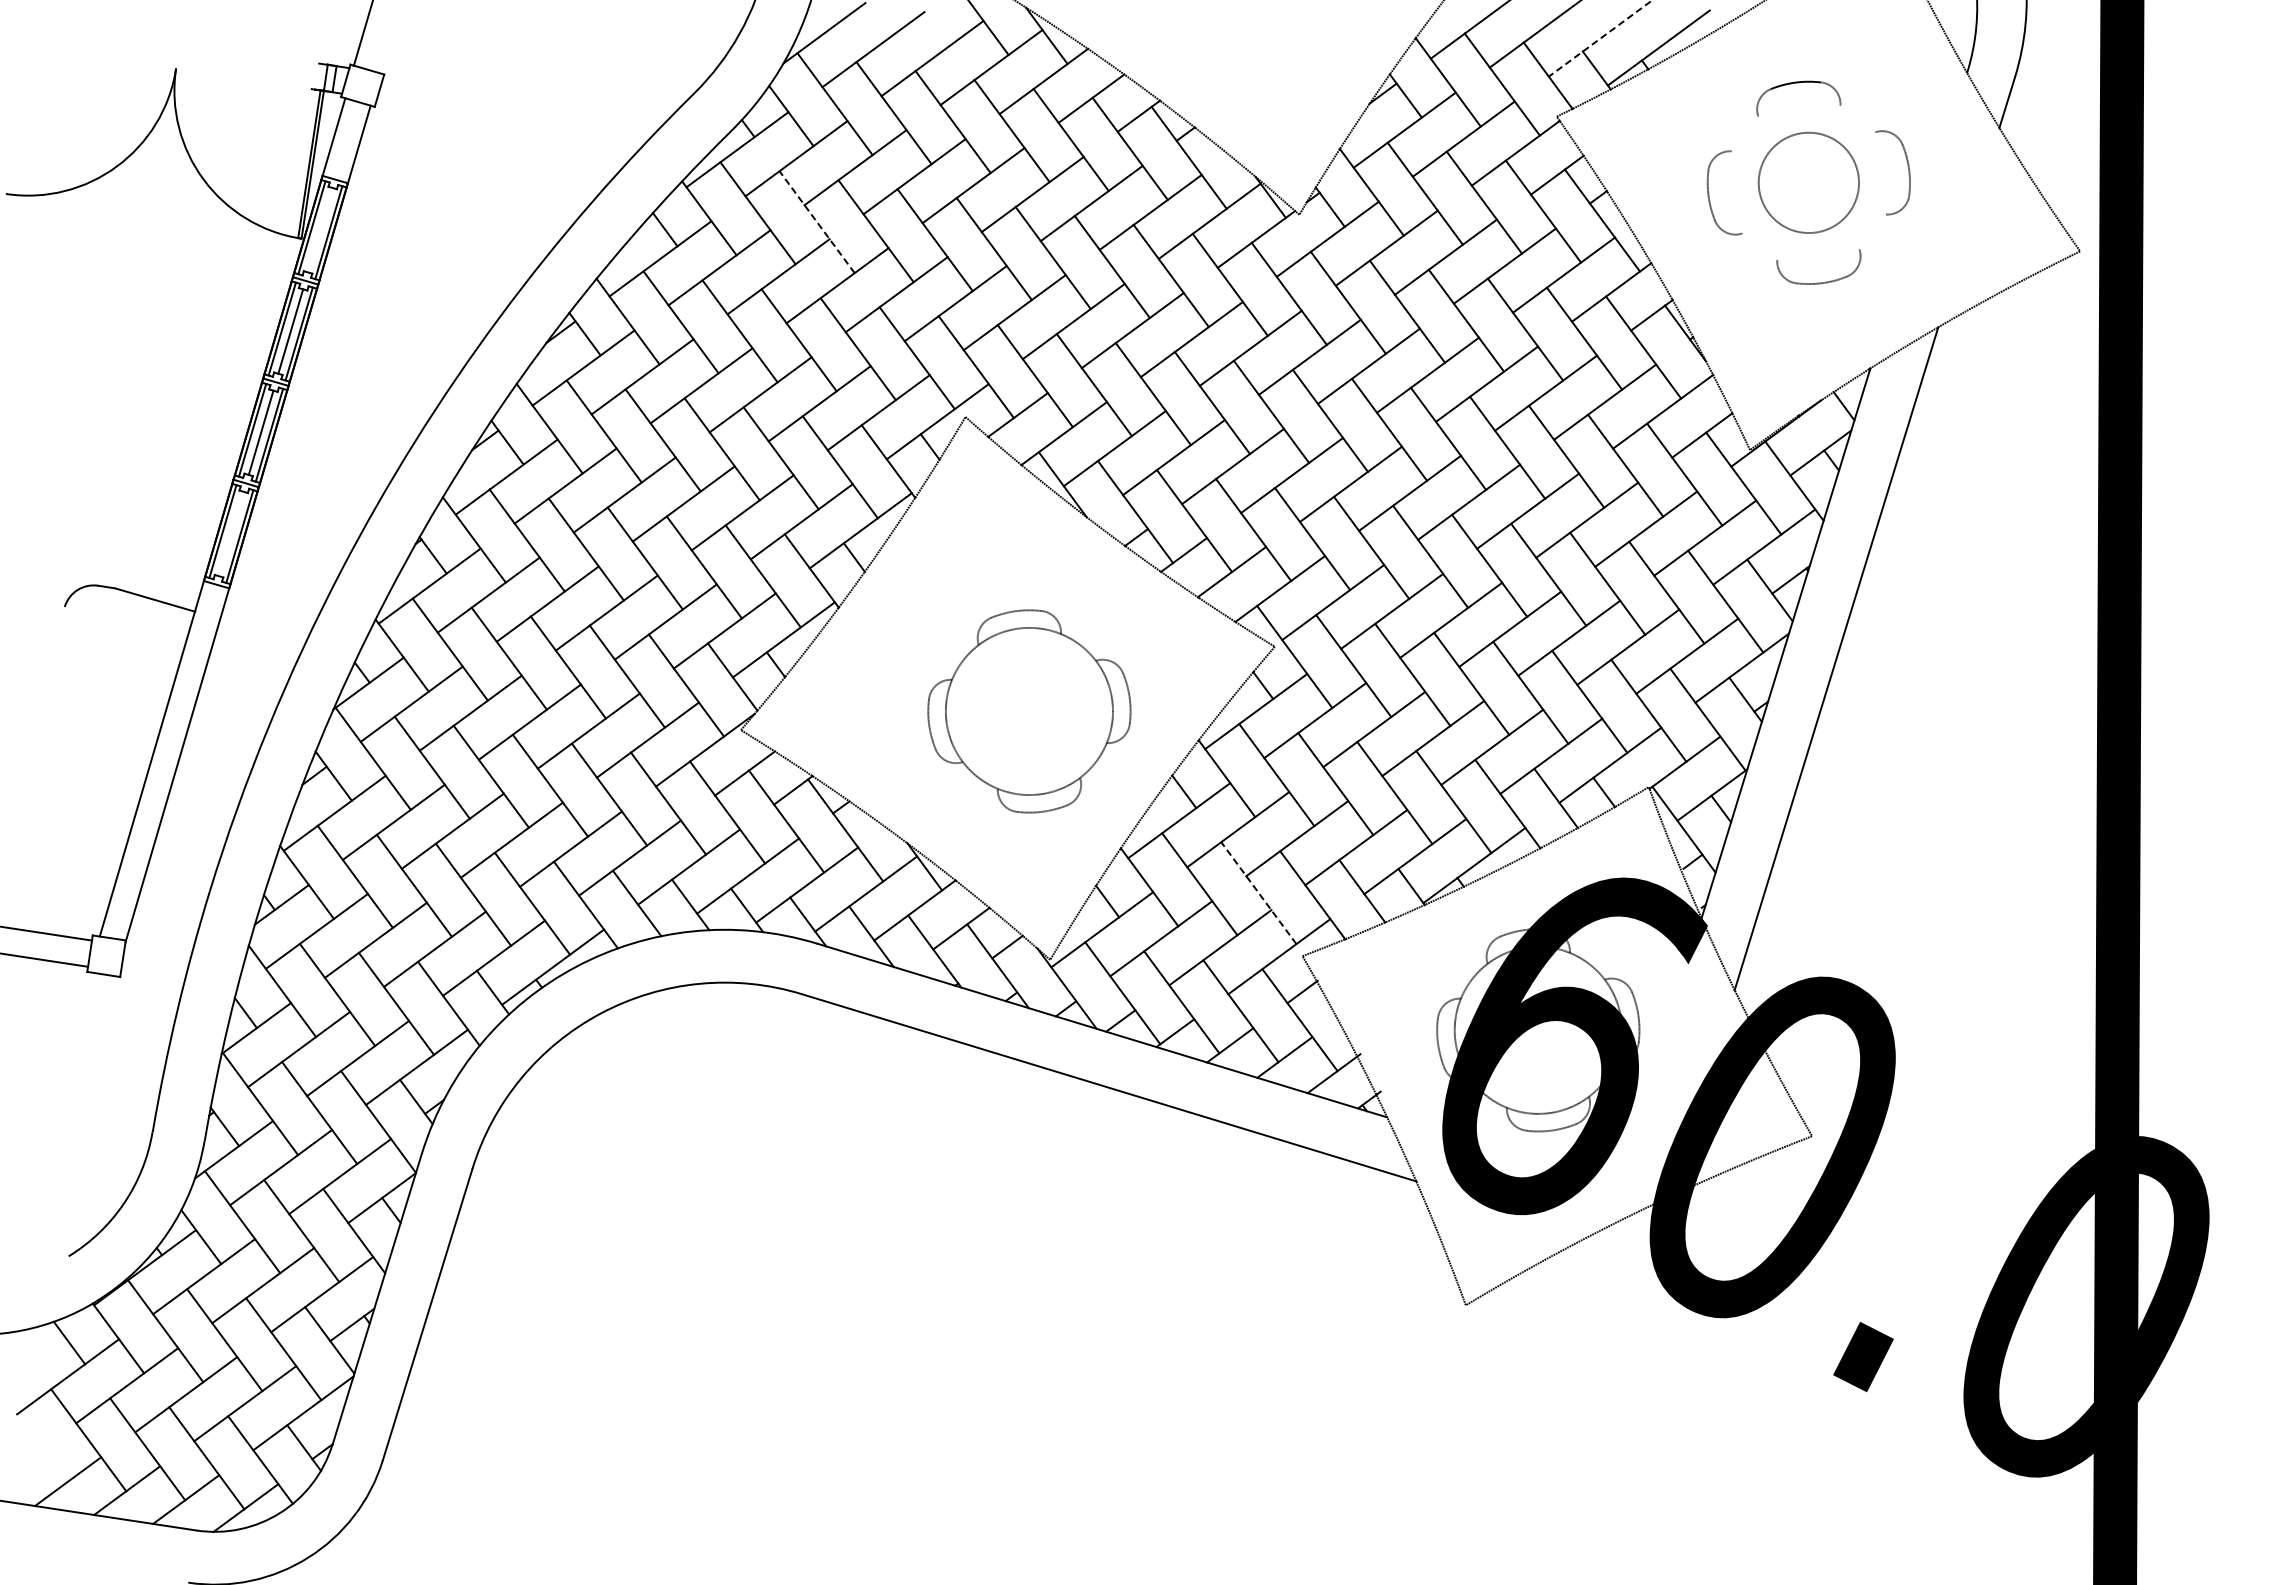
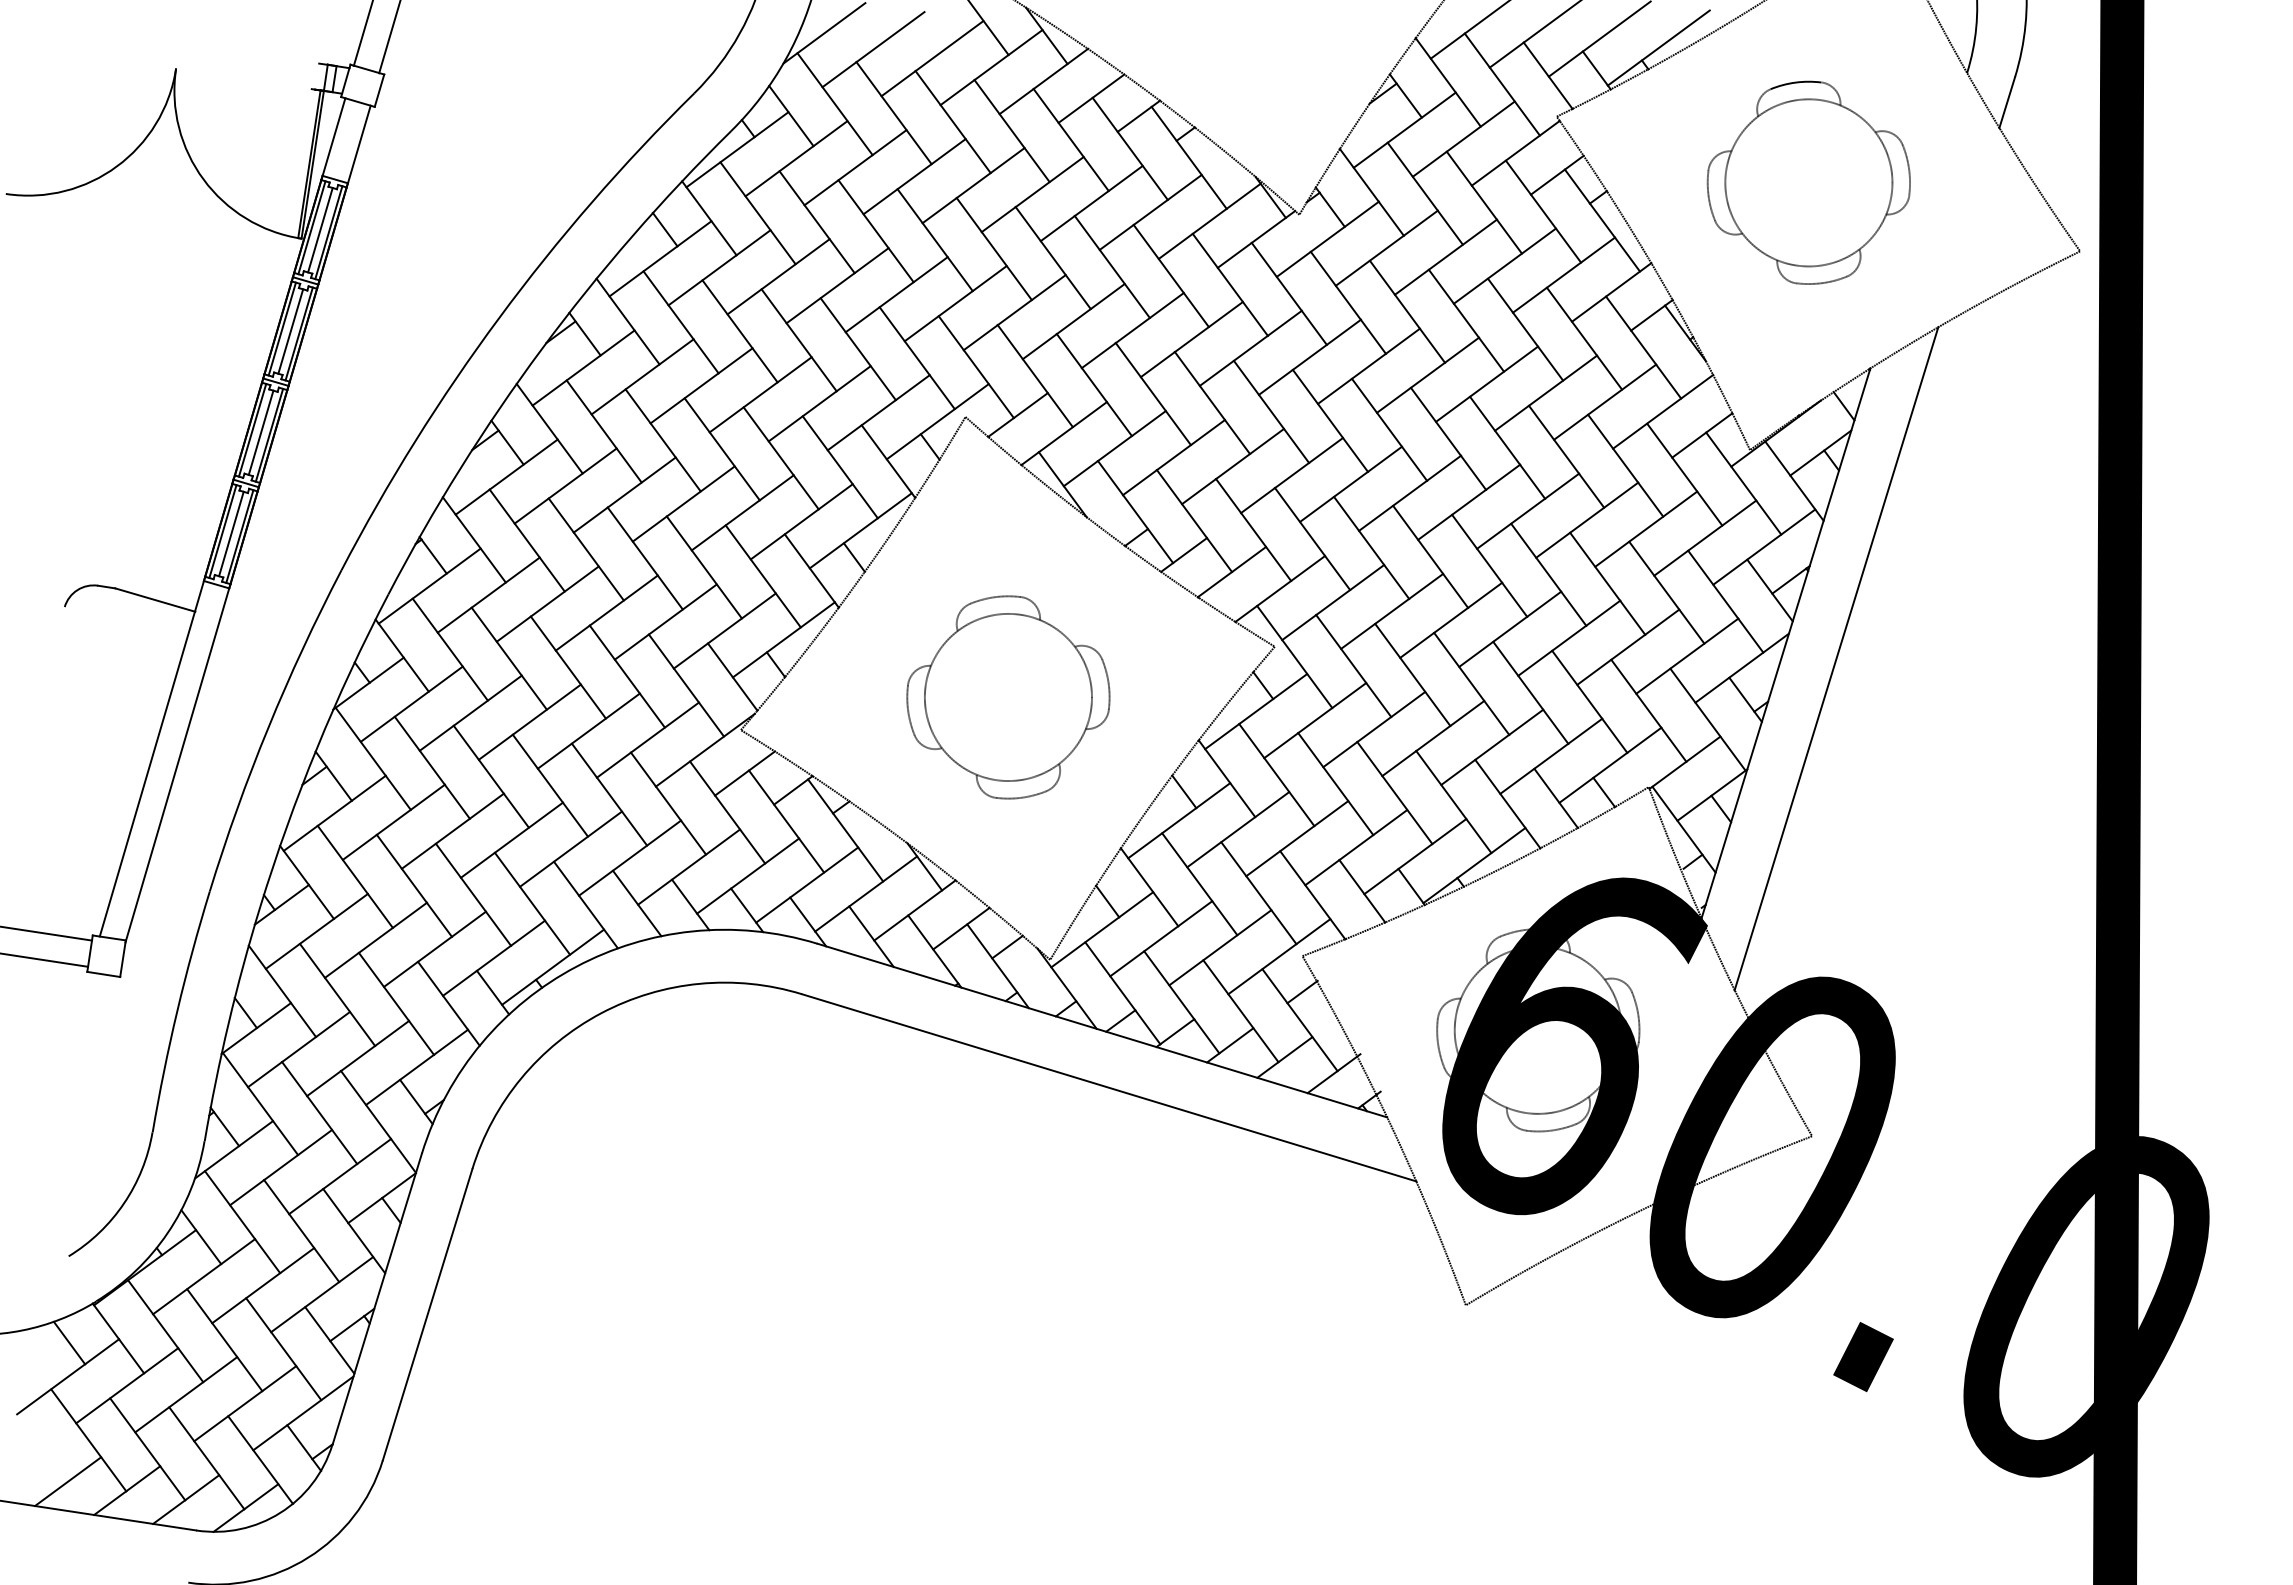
line at (389, 37): none -> present
line at (1599, 39): dashed -> solid
circle at (1808, 182) diameter: 100 px -> 167 px
line at (816, 221): dashed -> solid
line at (320, 230): none -> present
line at (231, 533): none -> present
part at (1029, 711) position: (1029, 711) -> (1008, 697)
line at (1258, 892): dashed -> solid
